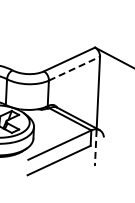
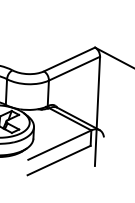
line at (74, 68): dashed -> solid
line at (95, 148): dashed -> solid
